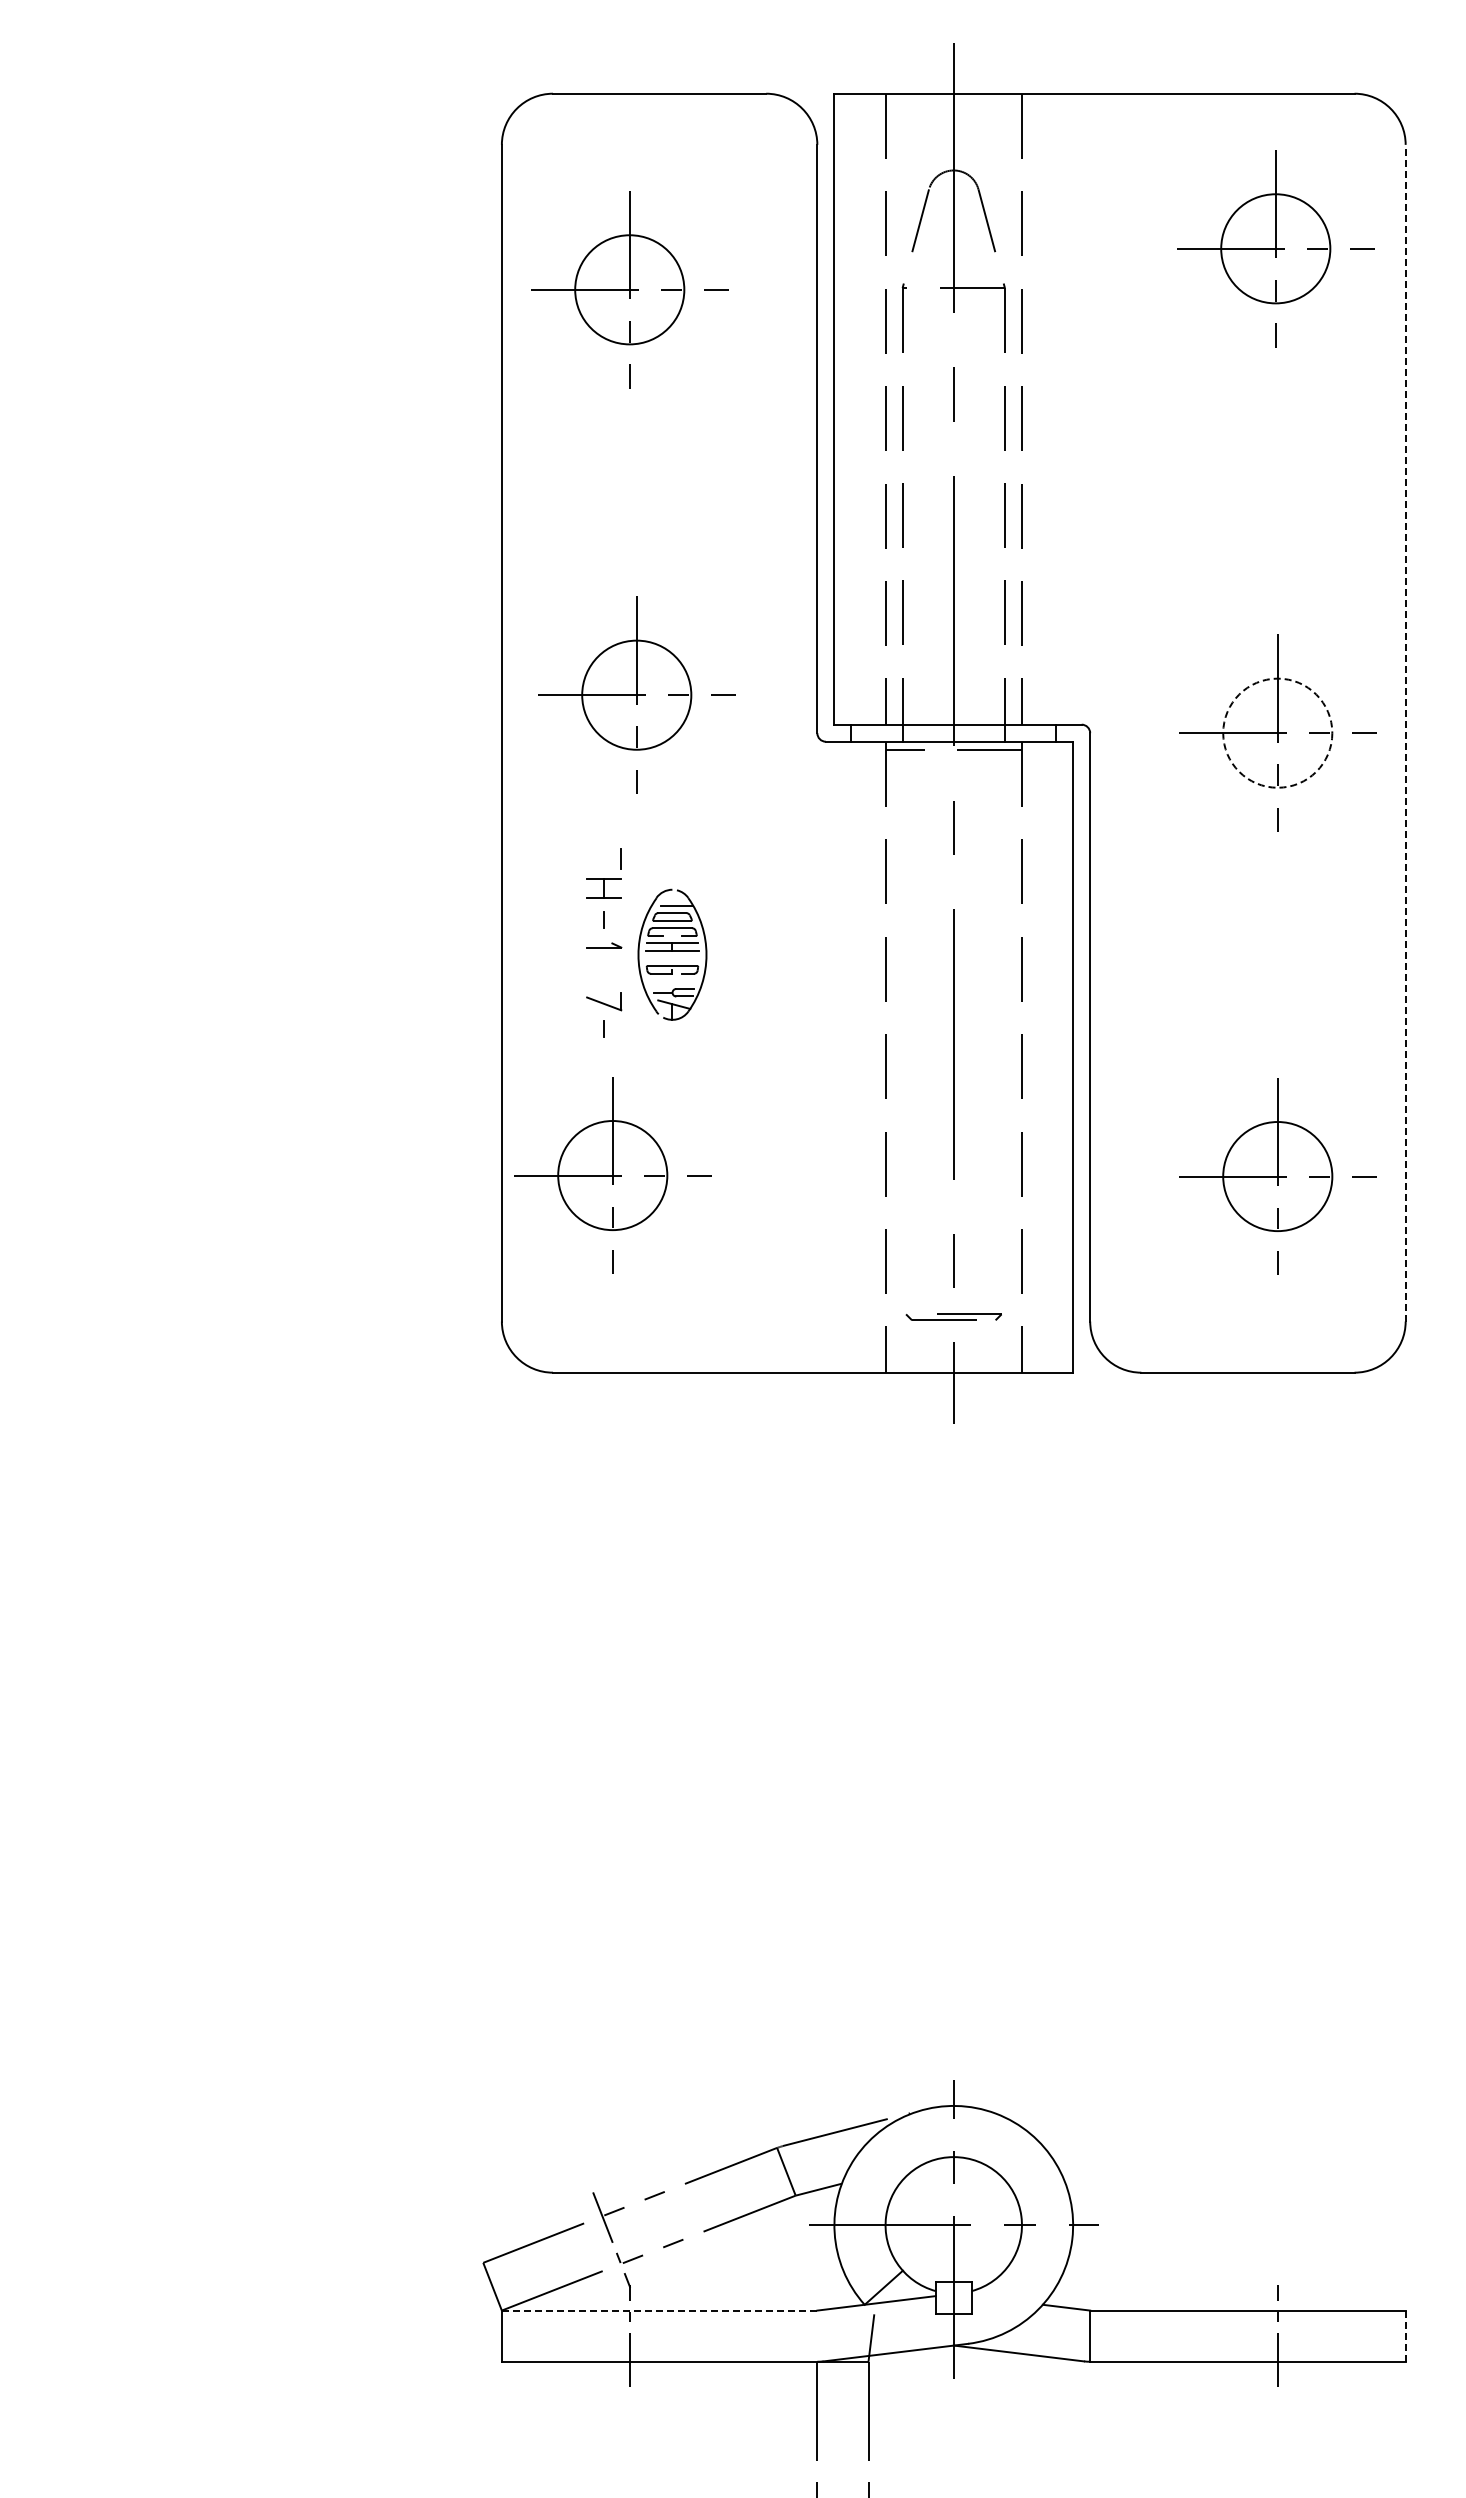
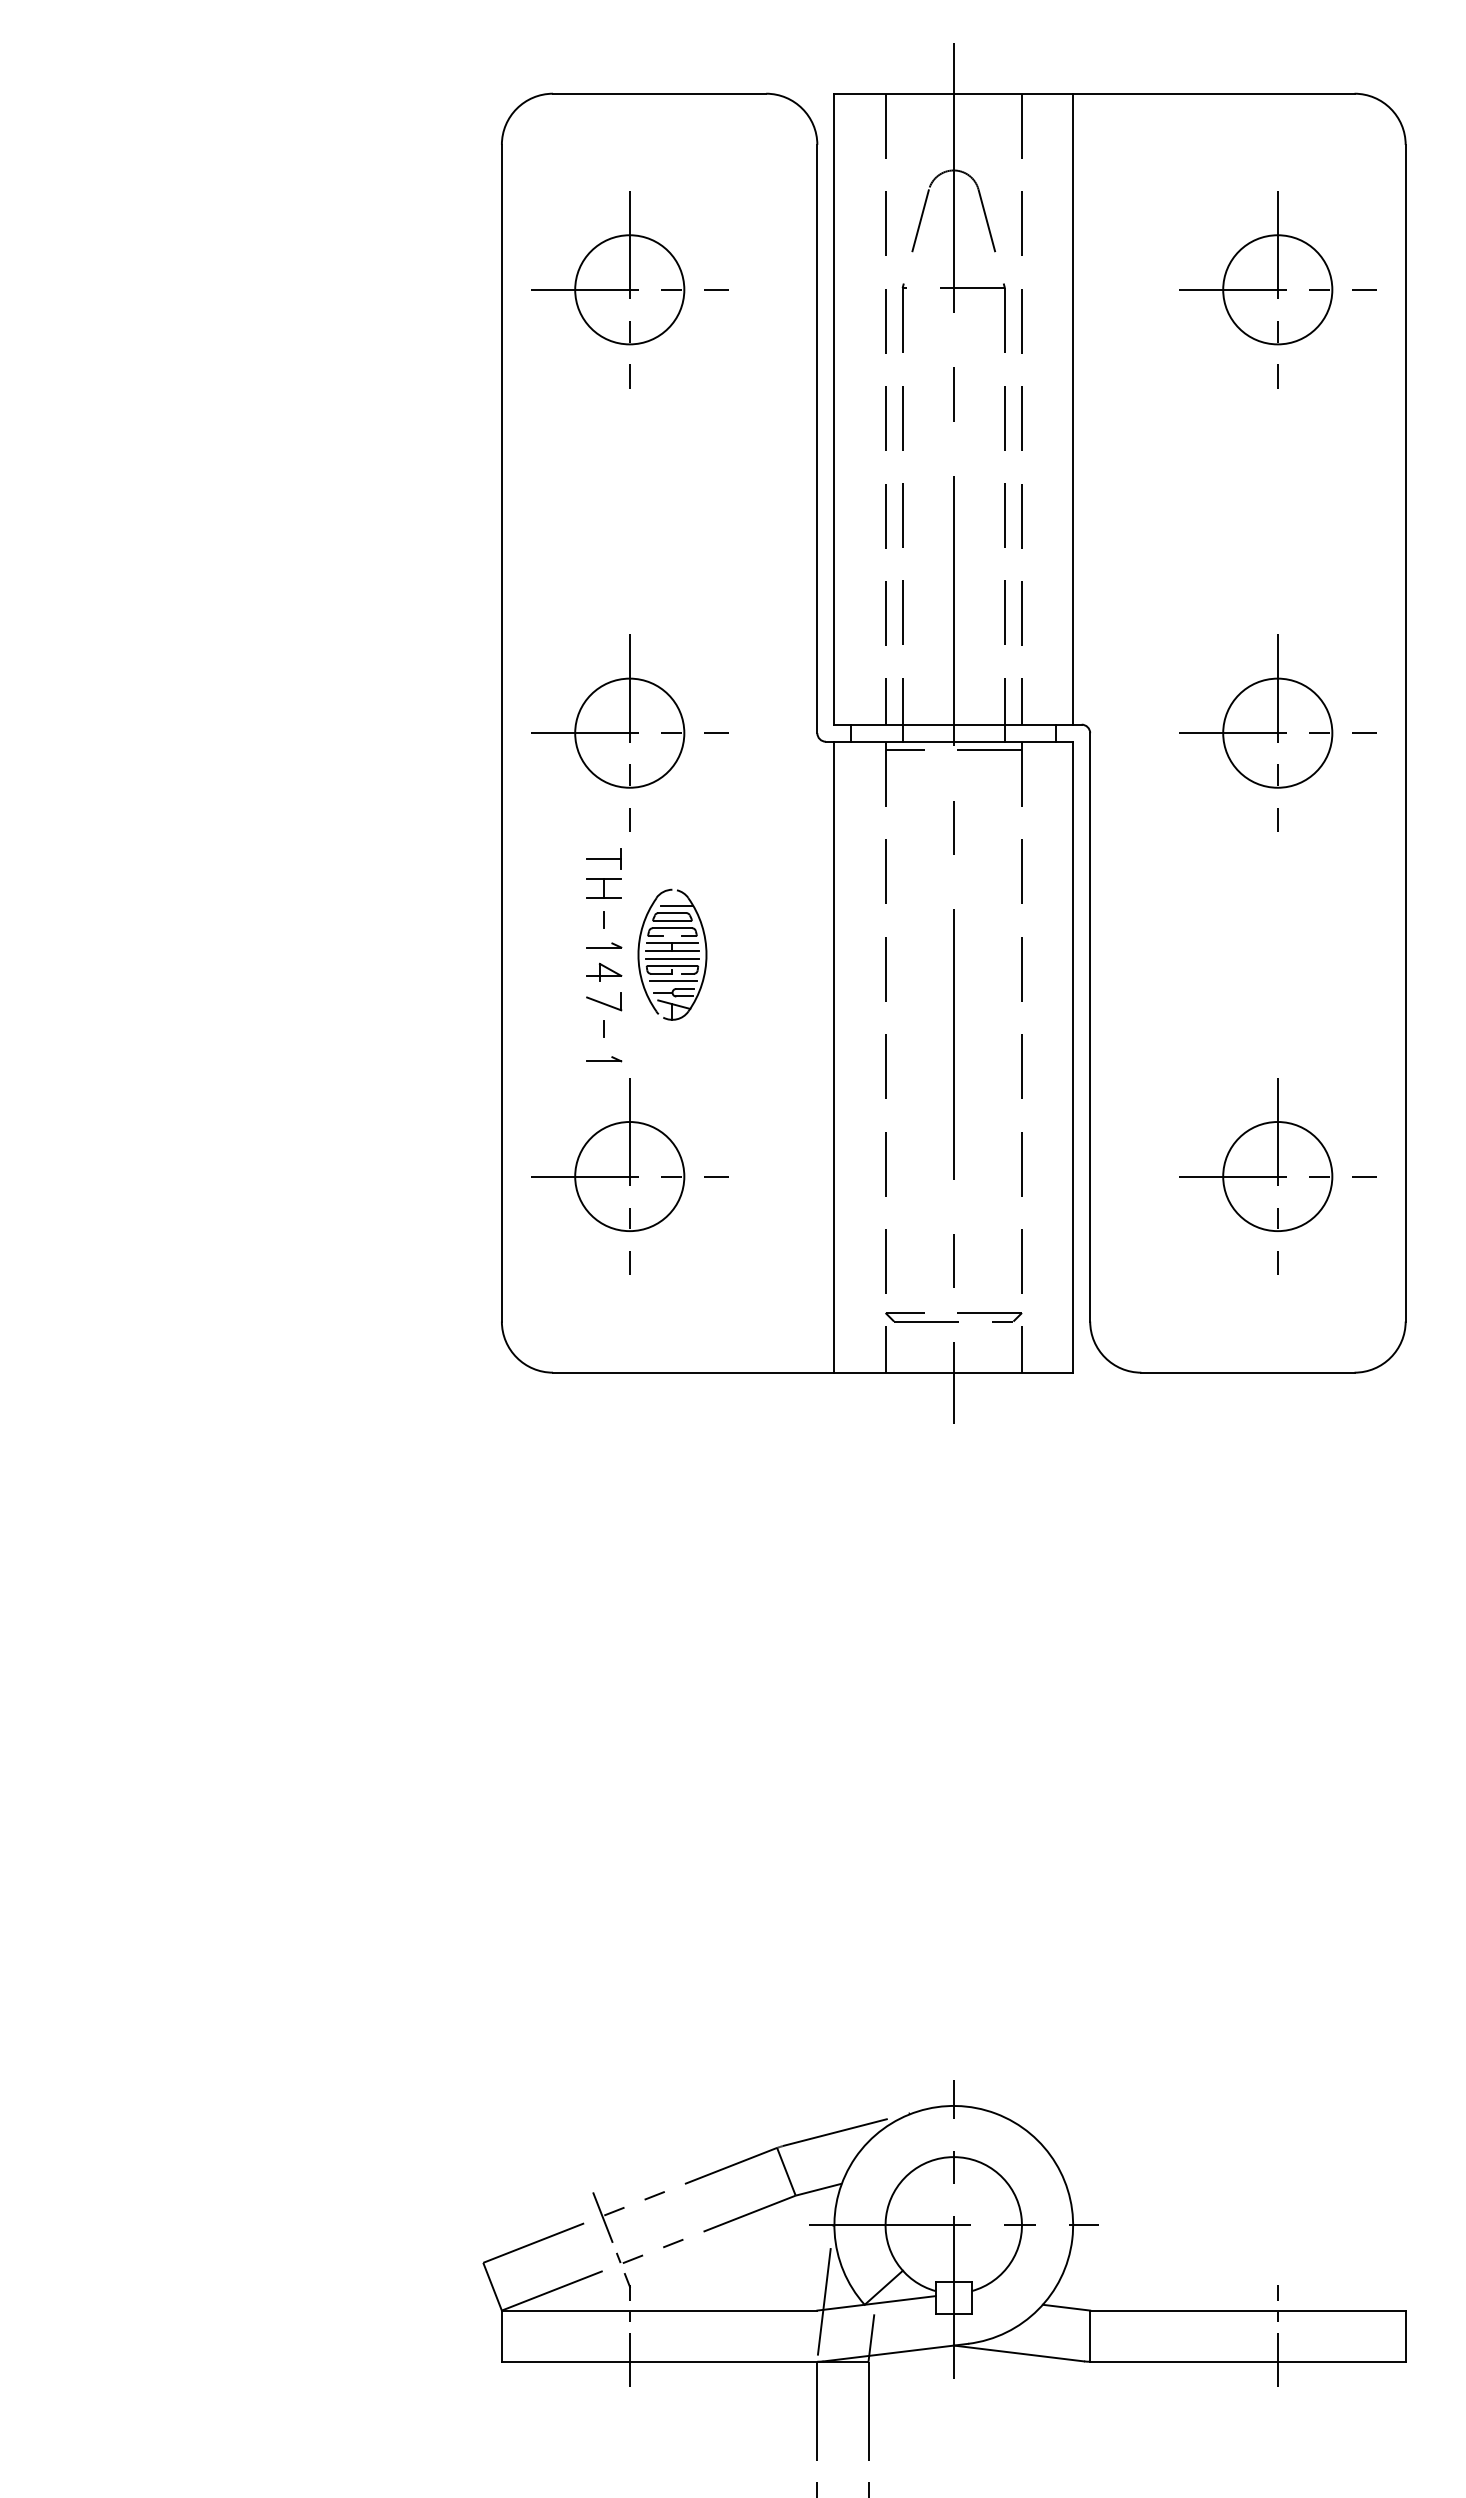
part at (1275, 248) position: (1275, 248) -> (1277, 289)
line at (1073, 408): none -> present
part at (636, 694) position: (636, 694) -> (629, 732)
circle at (1277, 732): dashed -> solid
line at (1405, 732): dashed -> solid
line at (604, 858): none -> present
line at (671, 958): none -> present
part at (604, 971): none -> present
line at (673, 981): none -> present
line at (834, 1056): none -> present
part at (604, 1059): none -> present
part at (612, 1175) position: (612, 1175) -> (629, 1176)
part at (953, 1316) size: 97x8 px -> 138x11 px
line at (825, 2290): none -> present
line at (659, 2310): dashed -> solid
line at (1405, 2336): dashed -> solid
